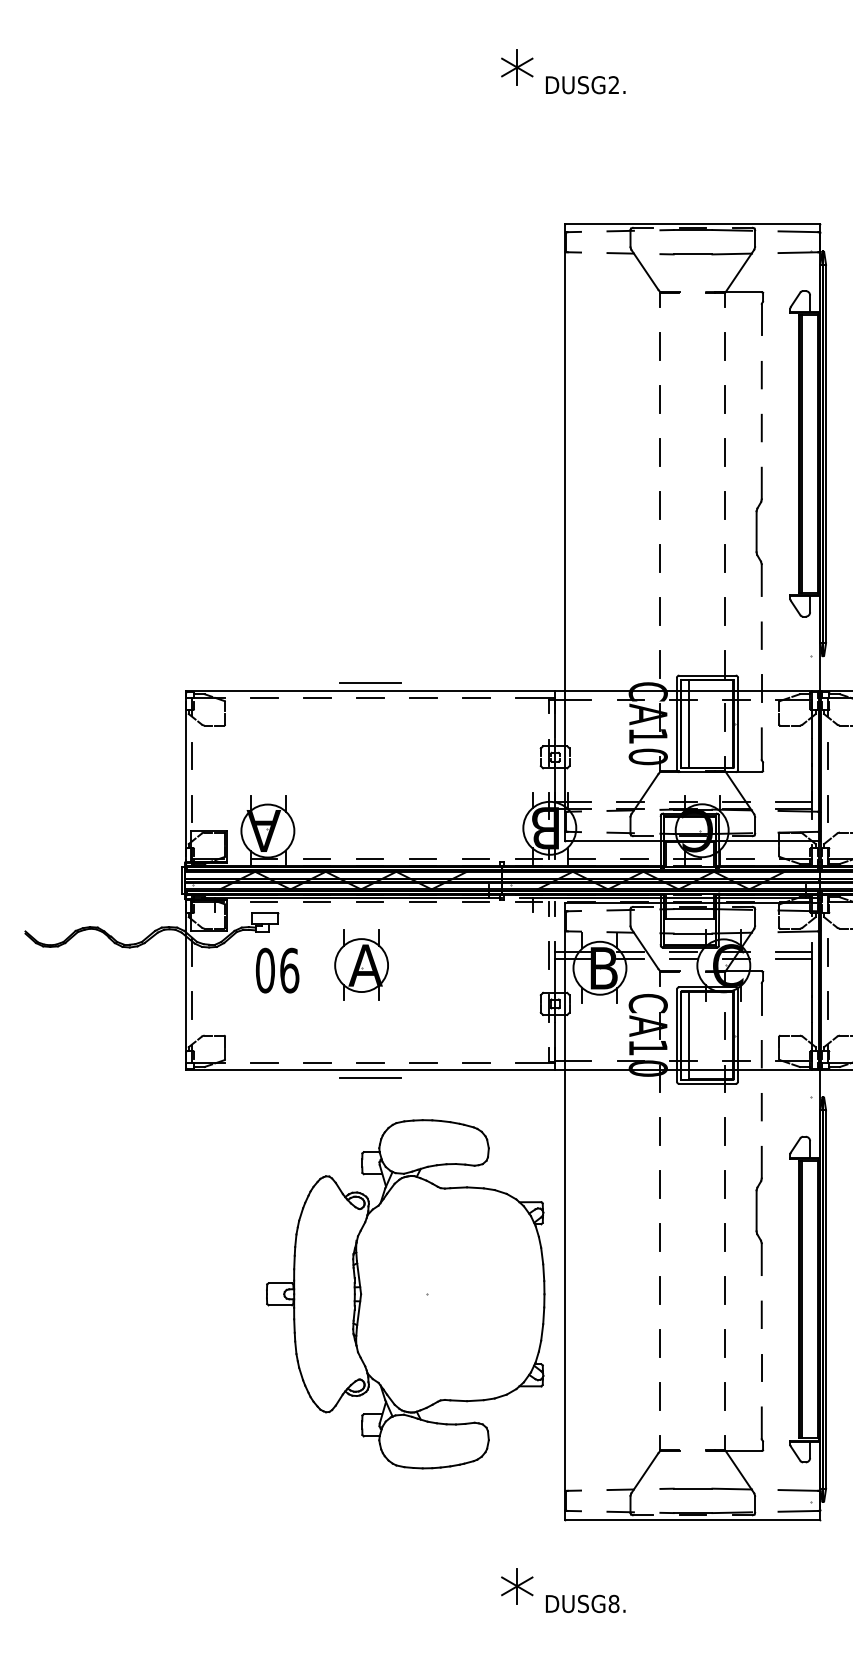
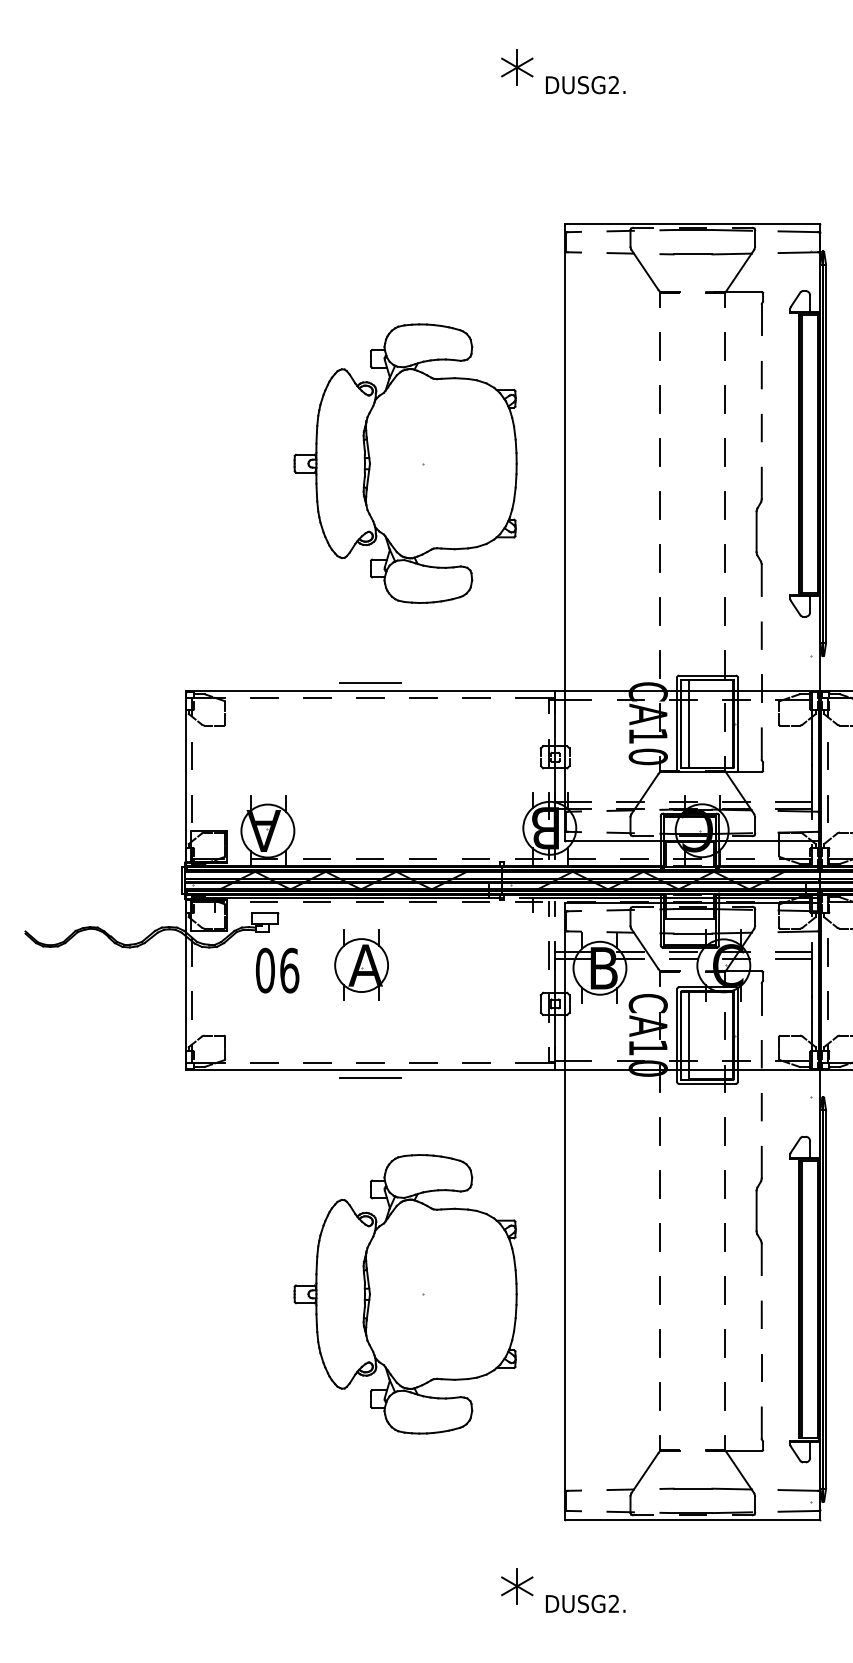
part at (405, 463): none -> present
part at (405, 1294) size: 280x351 px -> 225x281 px
text at (613, 1604): DUSG8. -> DUSG2.
